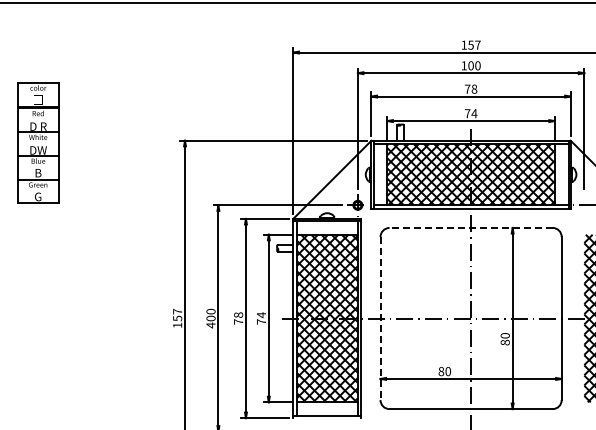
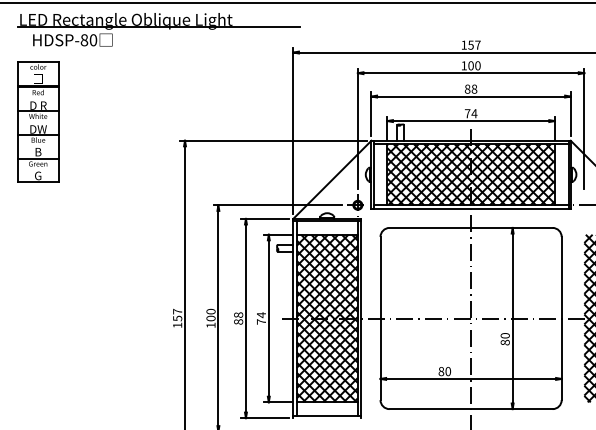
part at (158, 29): none -> present
text at (467, 88): 78 -> 88
part at (38, 142) position: (38, 142) -> (38, 121)
line at (471, 227): dashed -> solid
line at (380, 318): dashed -> solid
text at (238, 321): 78 -> 88
text at (210, 325): 400 -> 100
